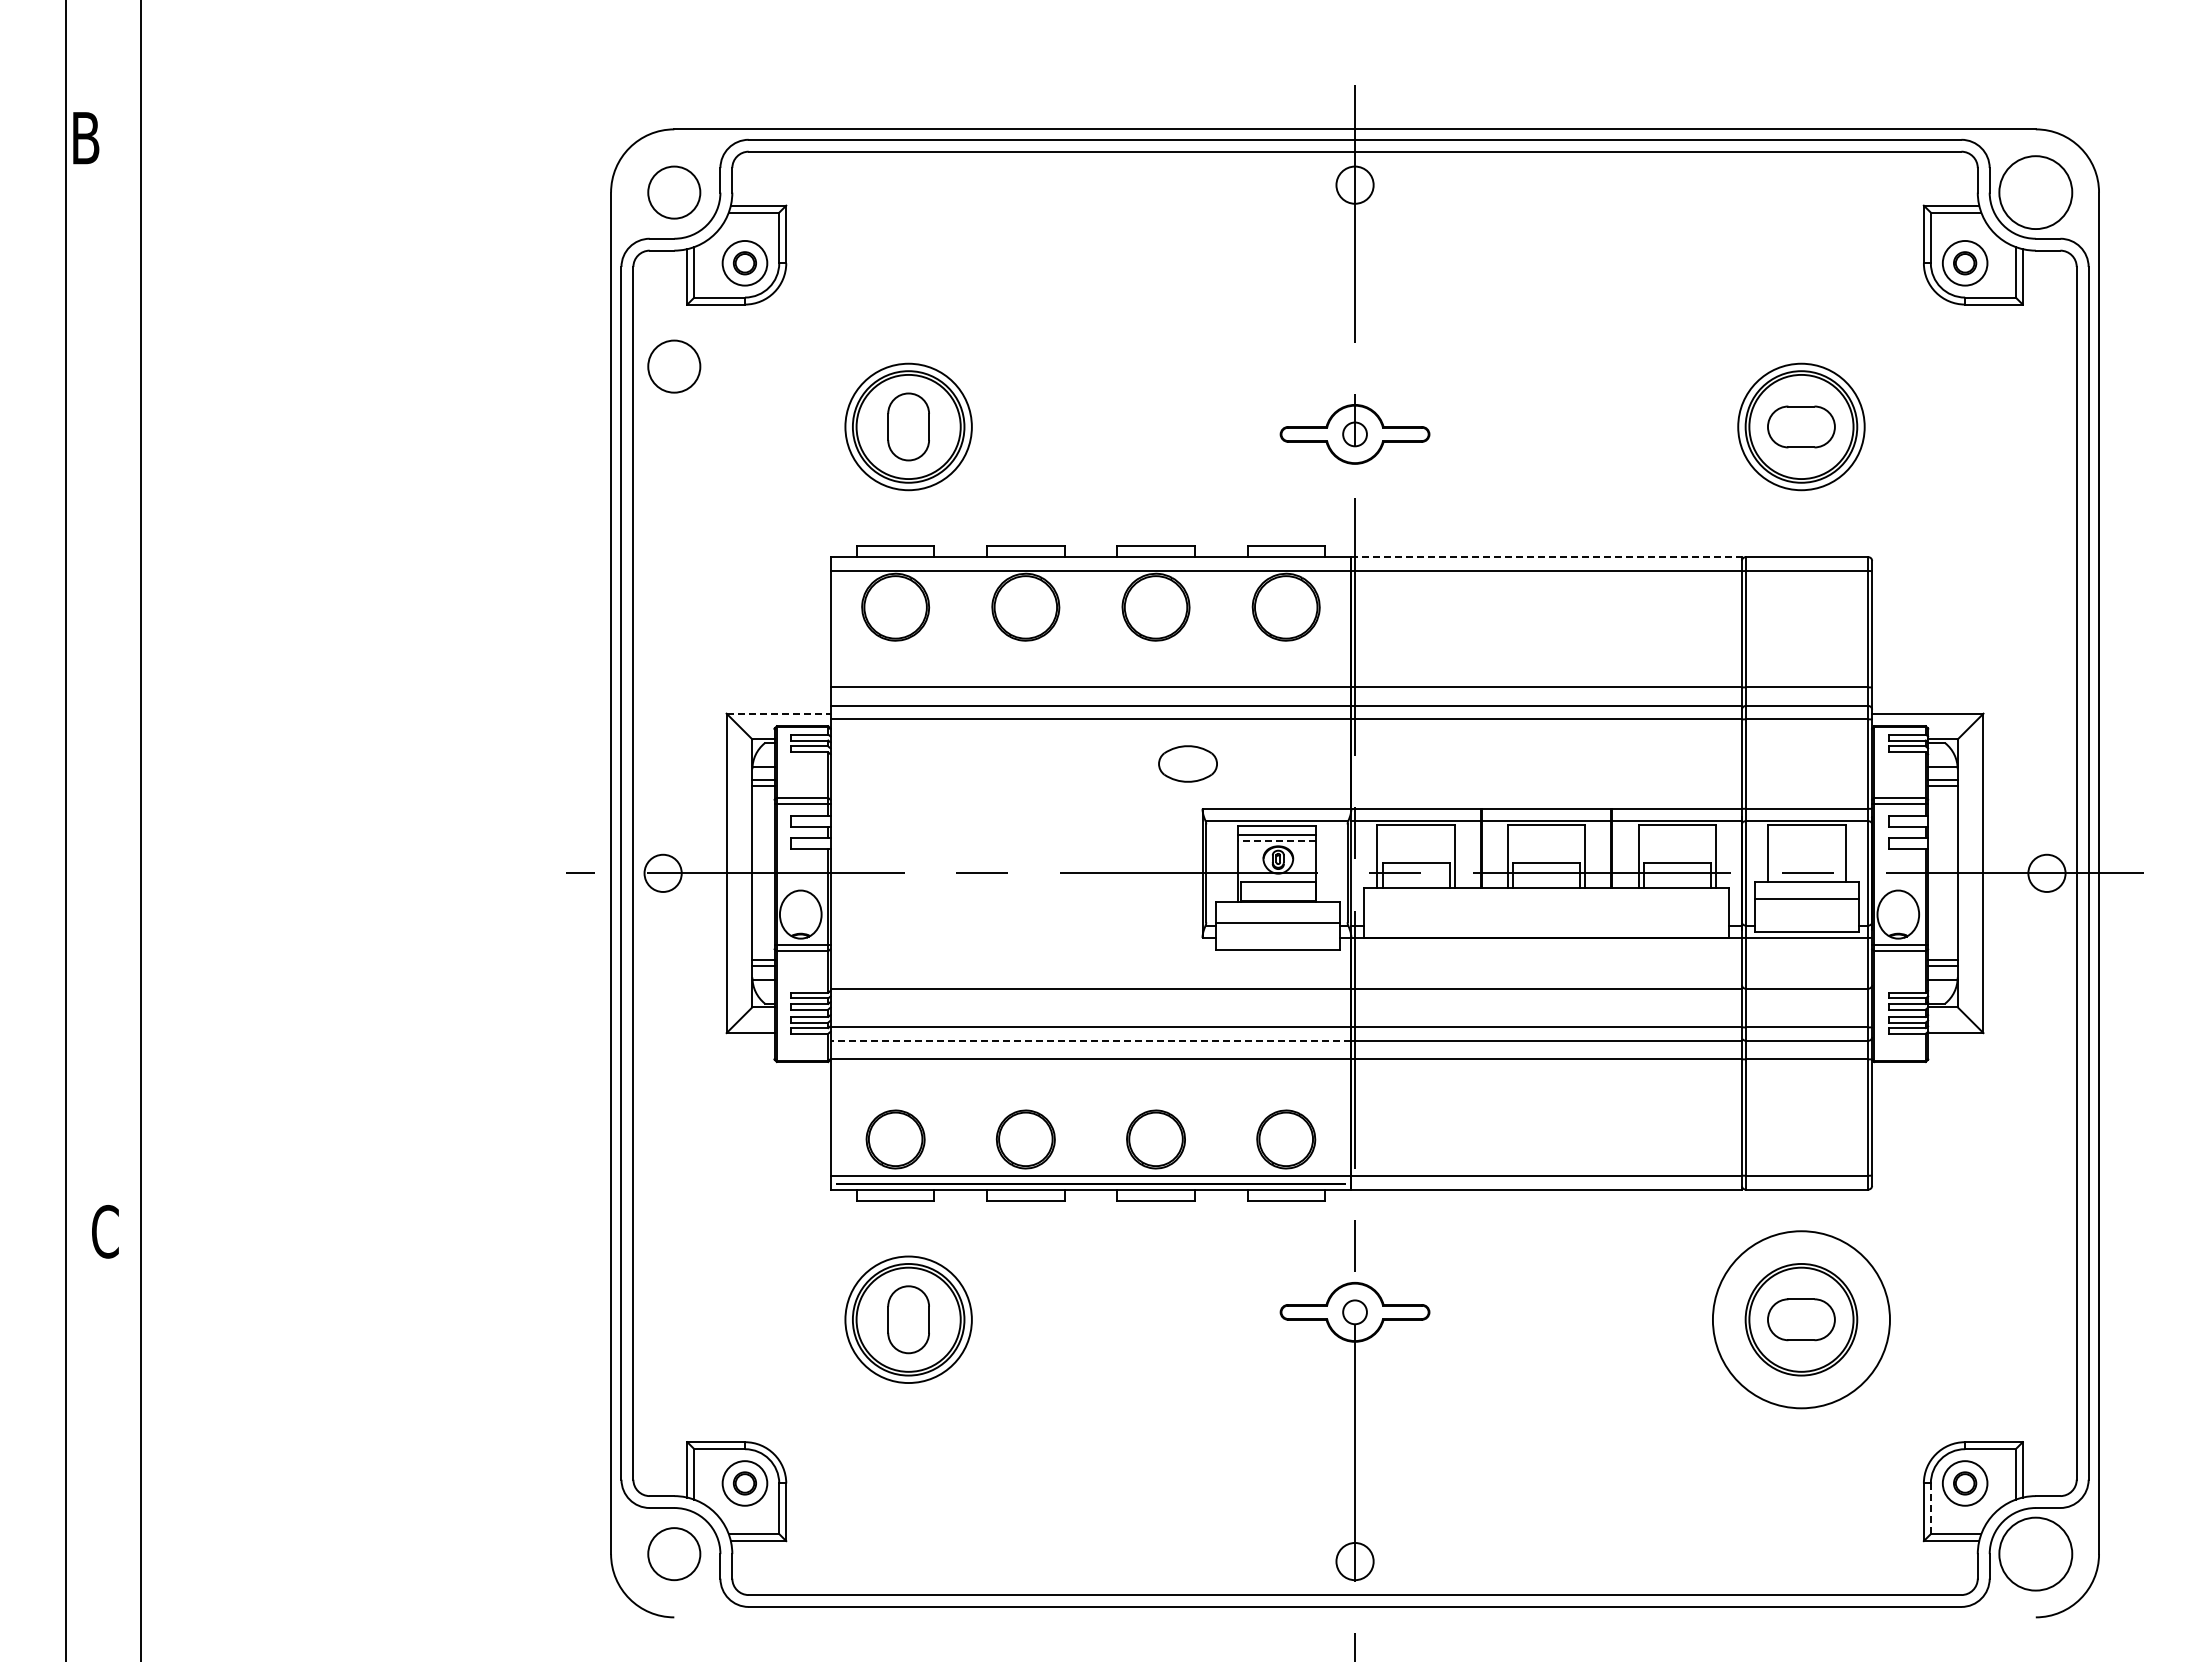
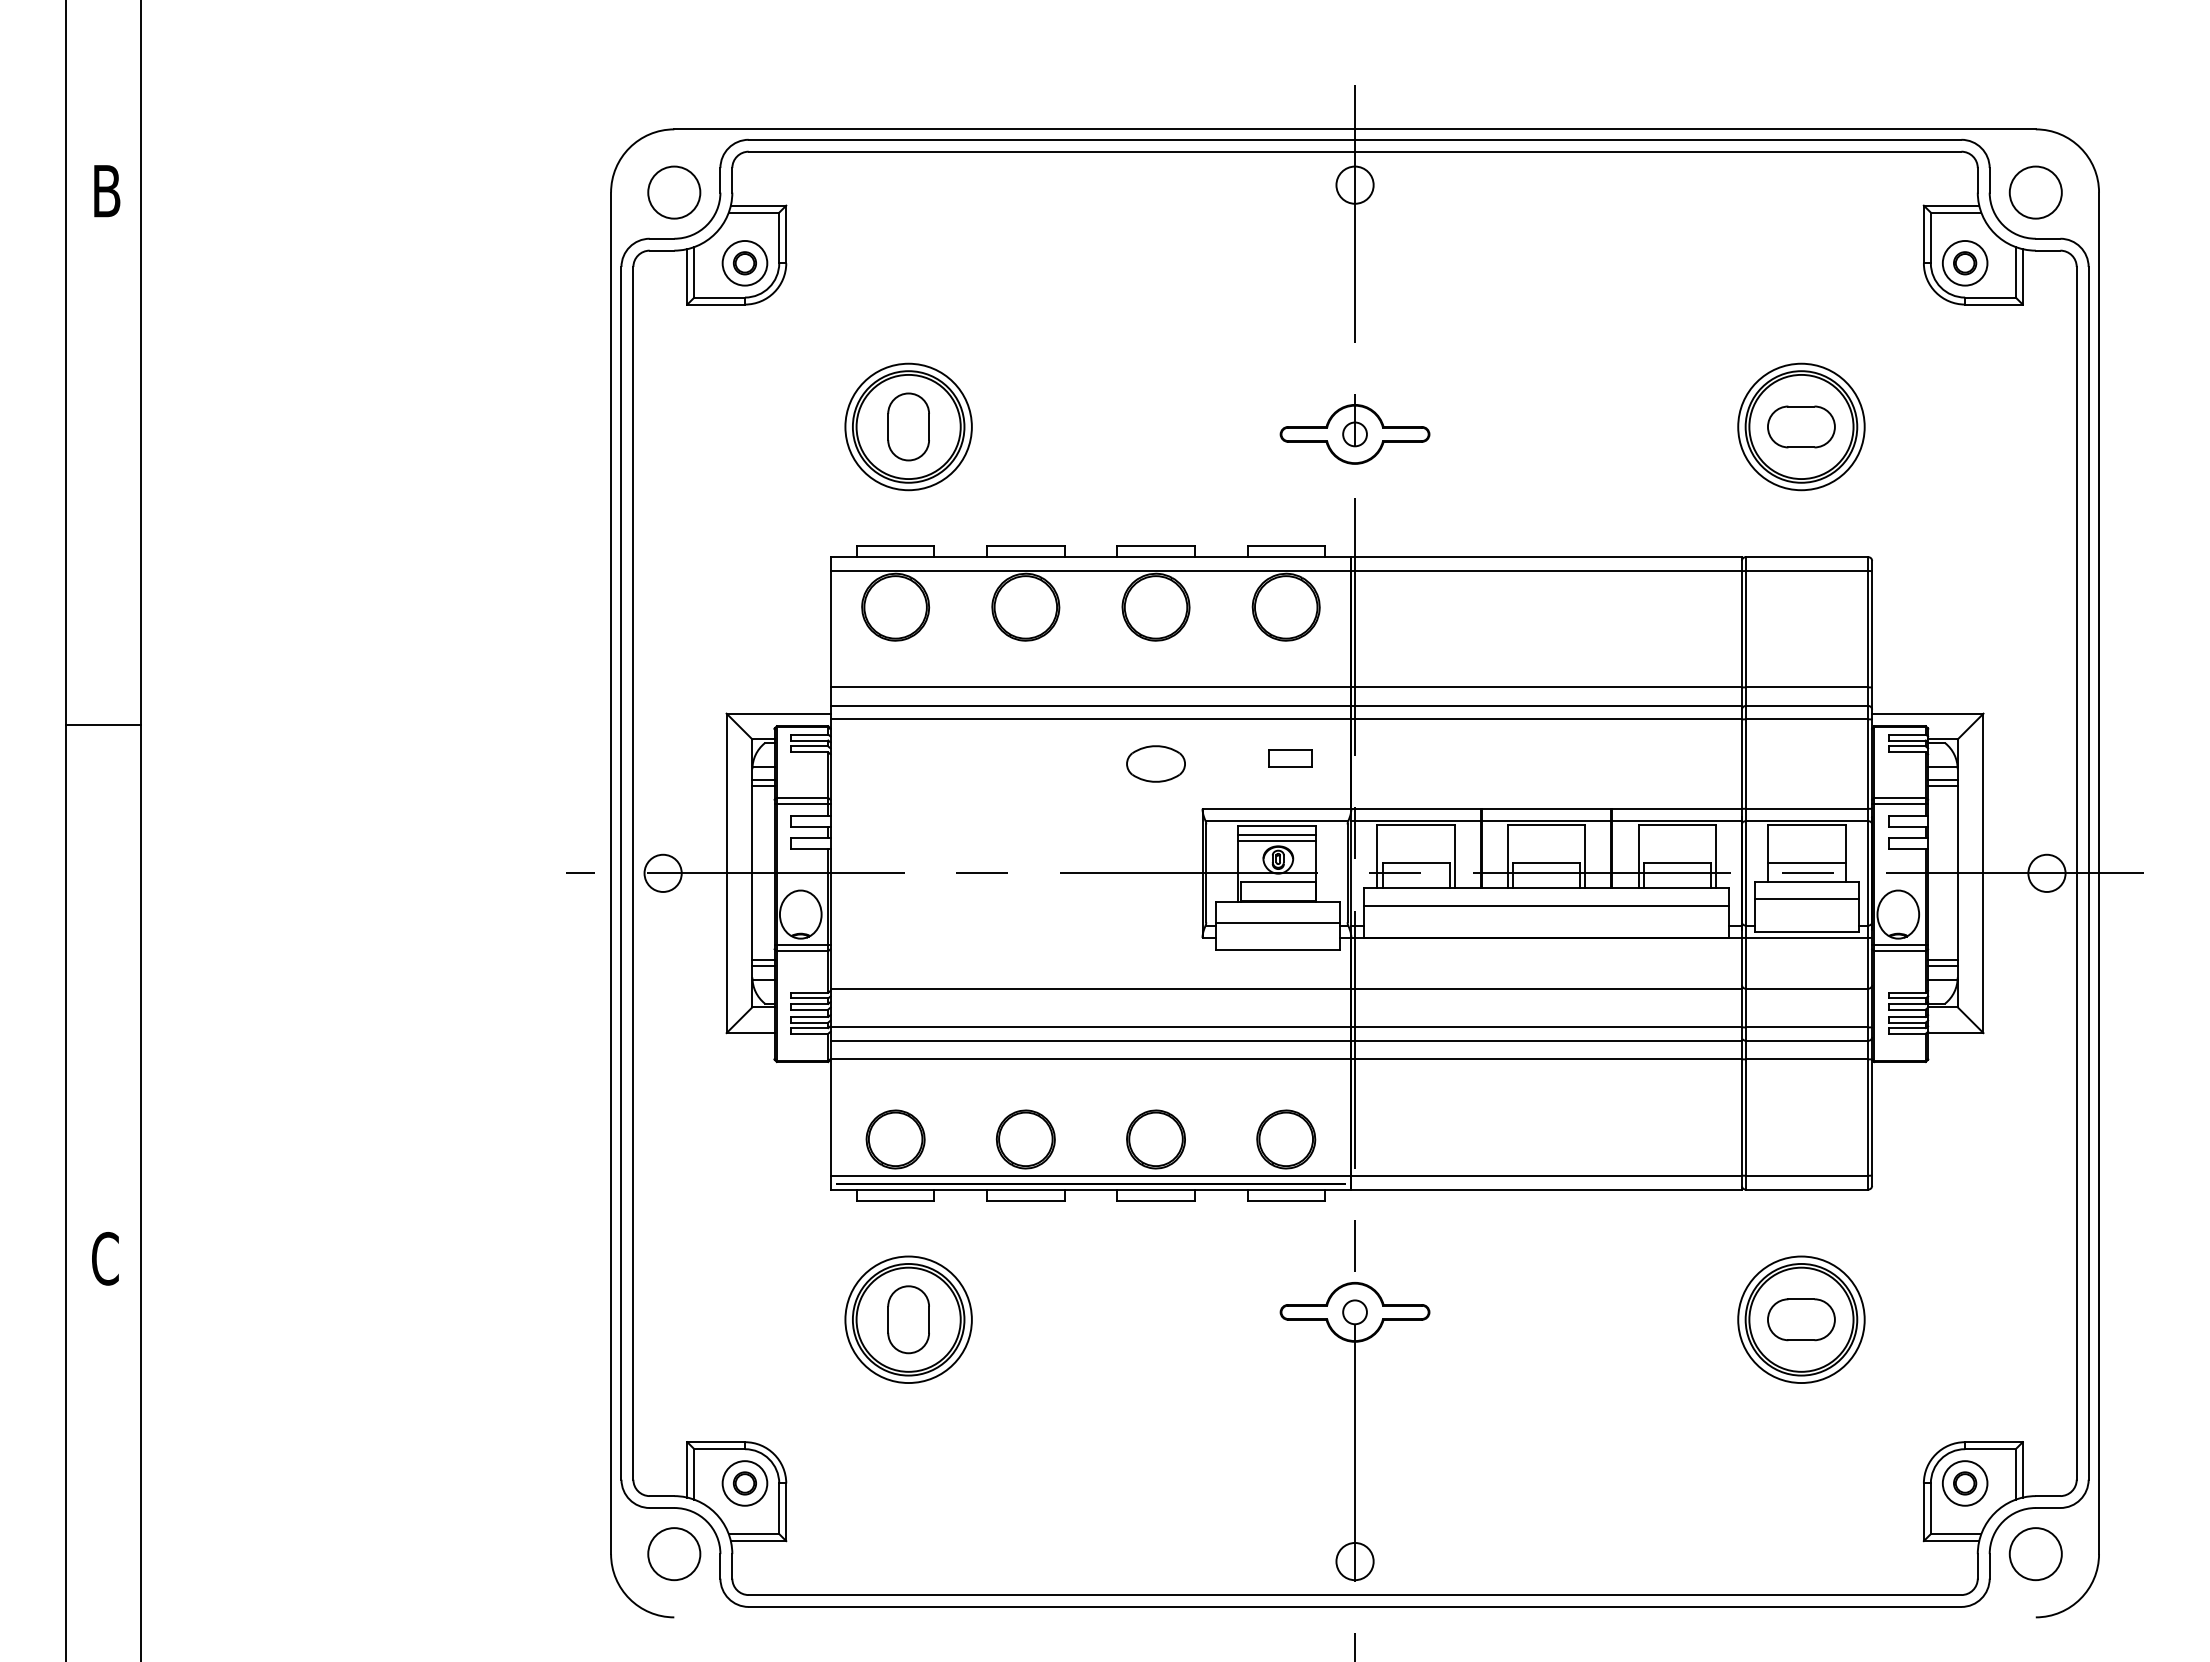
text at (86, 138) position: (86, 138) -> (107, 191)
circle at (2035, 192) diameter: 73 px -> 52 px
circle at (674, 366): present -> none
line at (1547, 557): dashed -> solid
line at (778, 713): dashed -> solid
line at (103, 725): none -> present
part at (1290, 758): none -> present
part at (1187, 763) position: (1187, 763) -> (1155, 763)
line at (1276, 841): dashed -> solid
line at (1806, 862): none -> present
line at (1546, 905): none -> present
line at (1090, 1040): dashed -> solid
text at (105, 1231) position: (105, 1231) -> (105, 1258)
circle at (1800, 1319) diameter: 177 px -> 126 px
line at (1930, 1509): dashed -> solid
circle at (2035, 1553) diameter: 73 px -> 52 px
